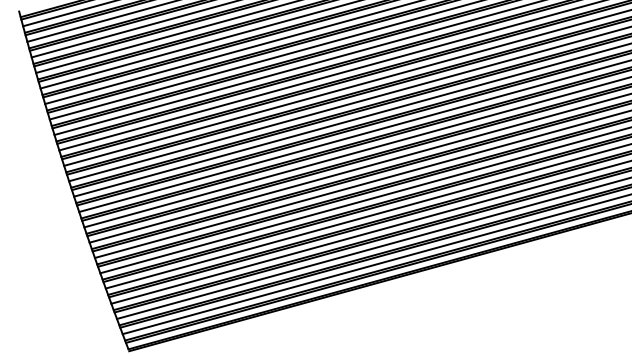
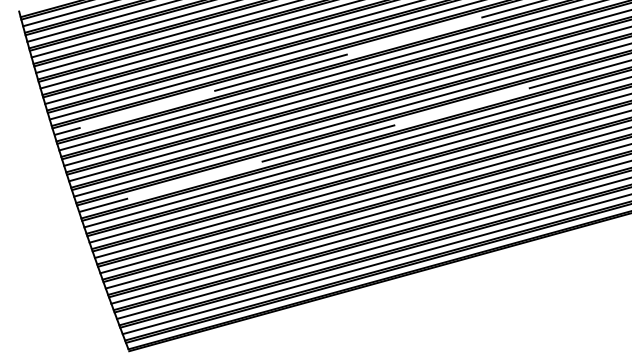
line at (299, 67): solid -> dashed
line at (354, 136): solid -> dashed
